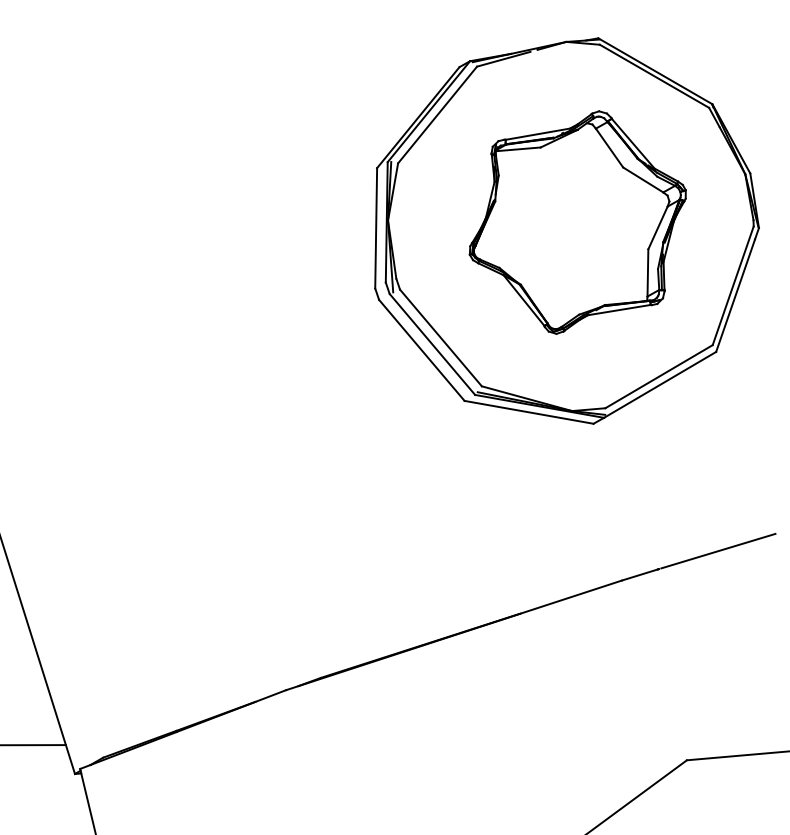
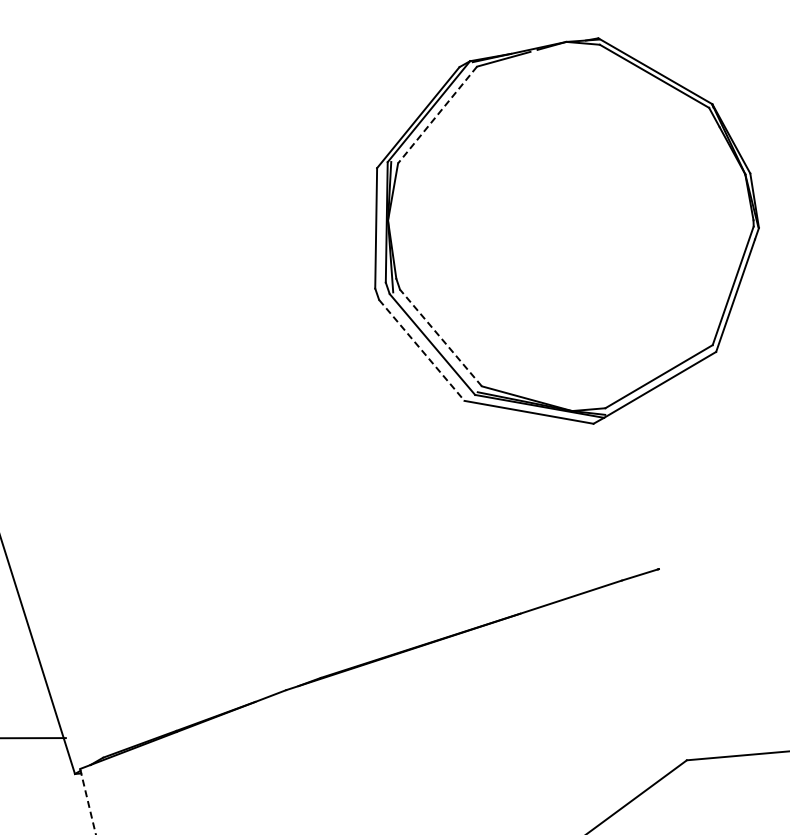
line at (437, 115): solid -> dashed
part at (577, 222): present -> none
line at (440, 337): solid -> dashed
line at (422, 350): solid -> dashed
line at (718, 550): present -> none
line at (33, 745) position: (33, 745) -> (33, 738)
line at (88, 801): solid -> dashed
